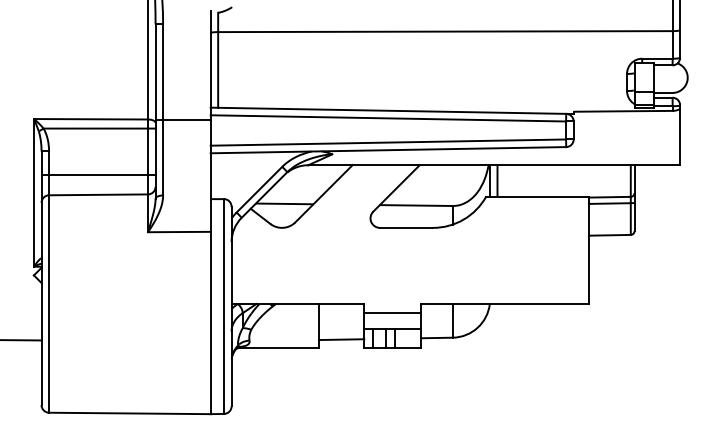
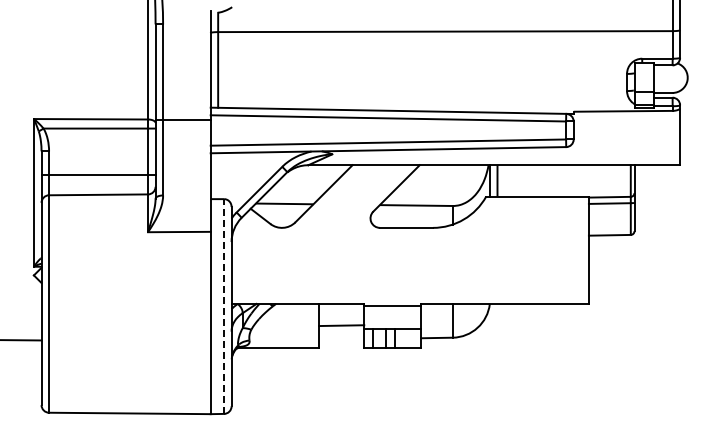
line at (224, 306): solid -> dashed
line at (392, 313) position: (392, 313) -> (392, 306)
line at (341, 339) position: (341, 339) -> (341, 325)
